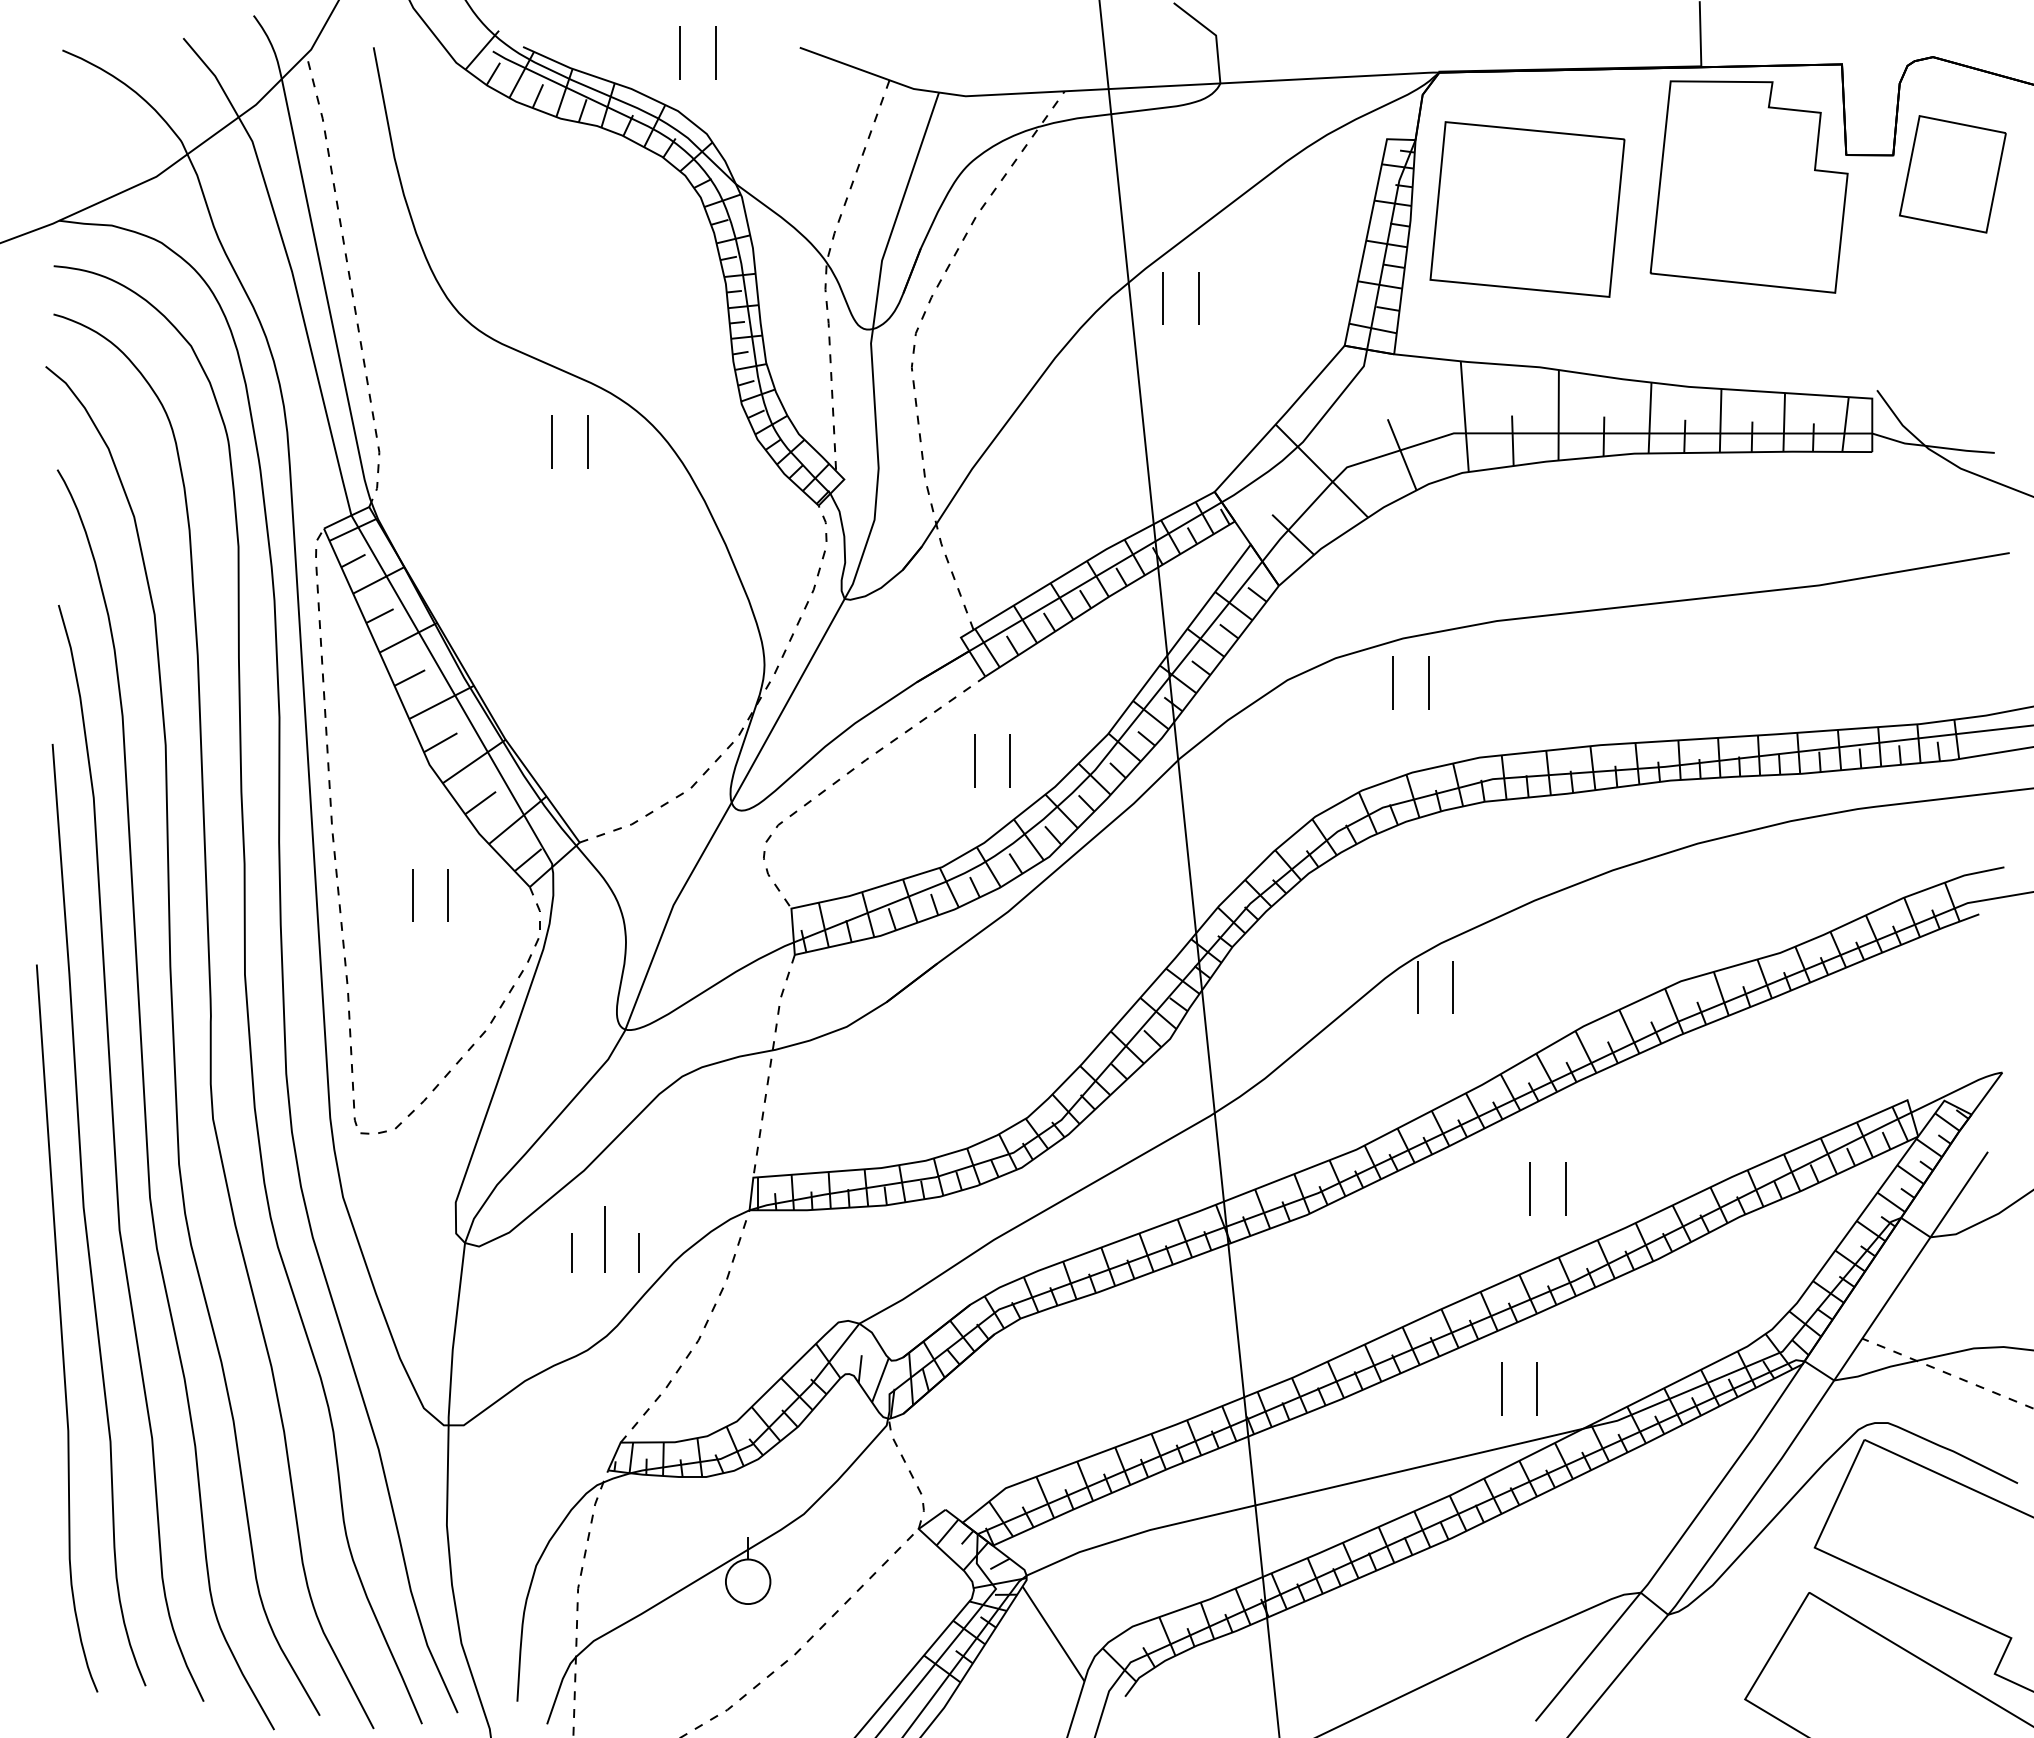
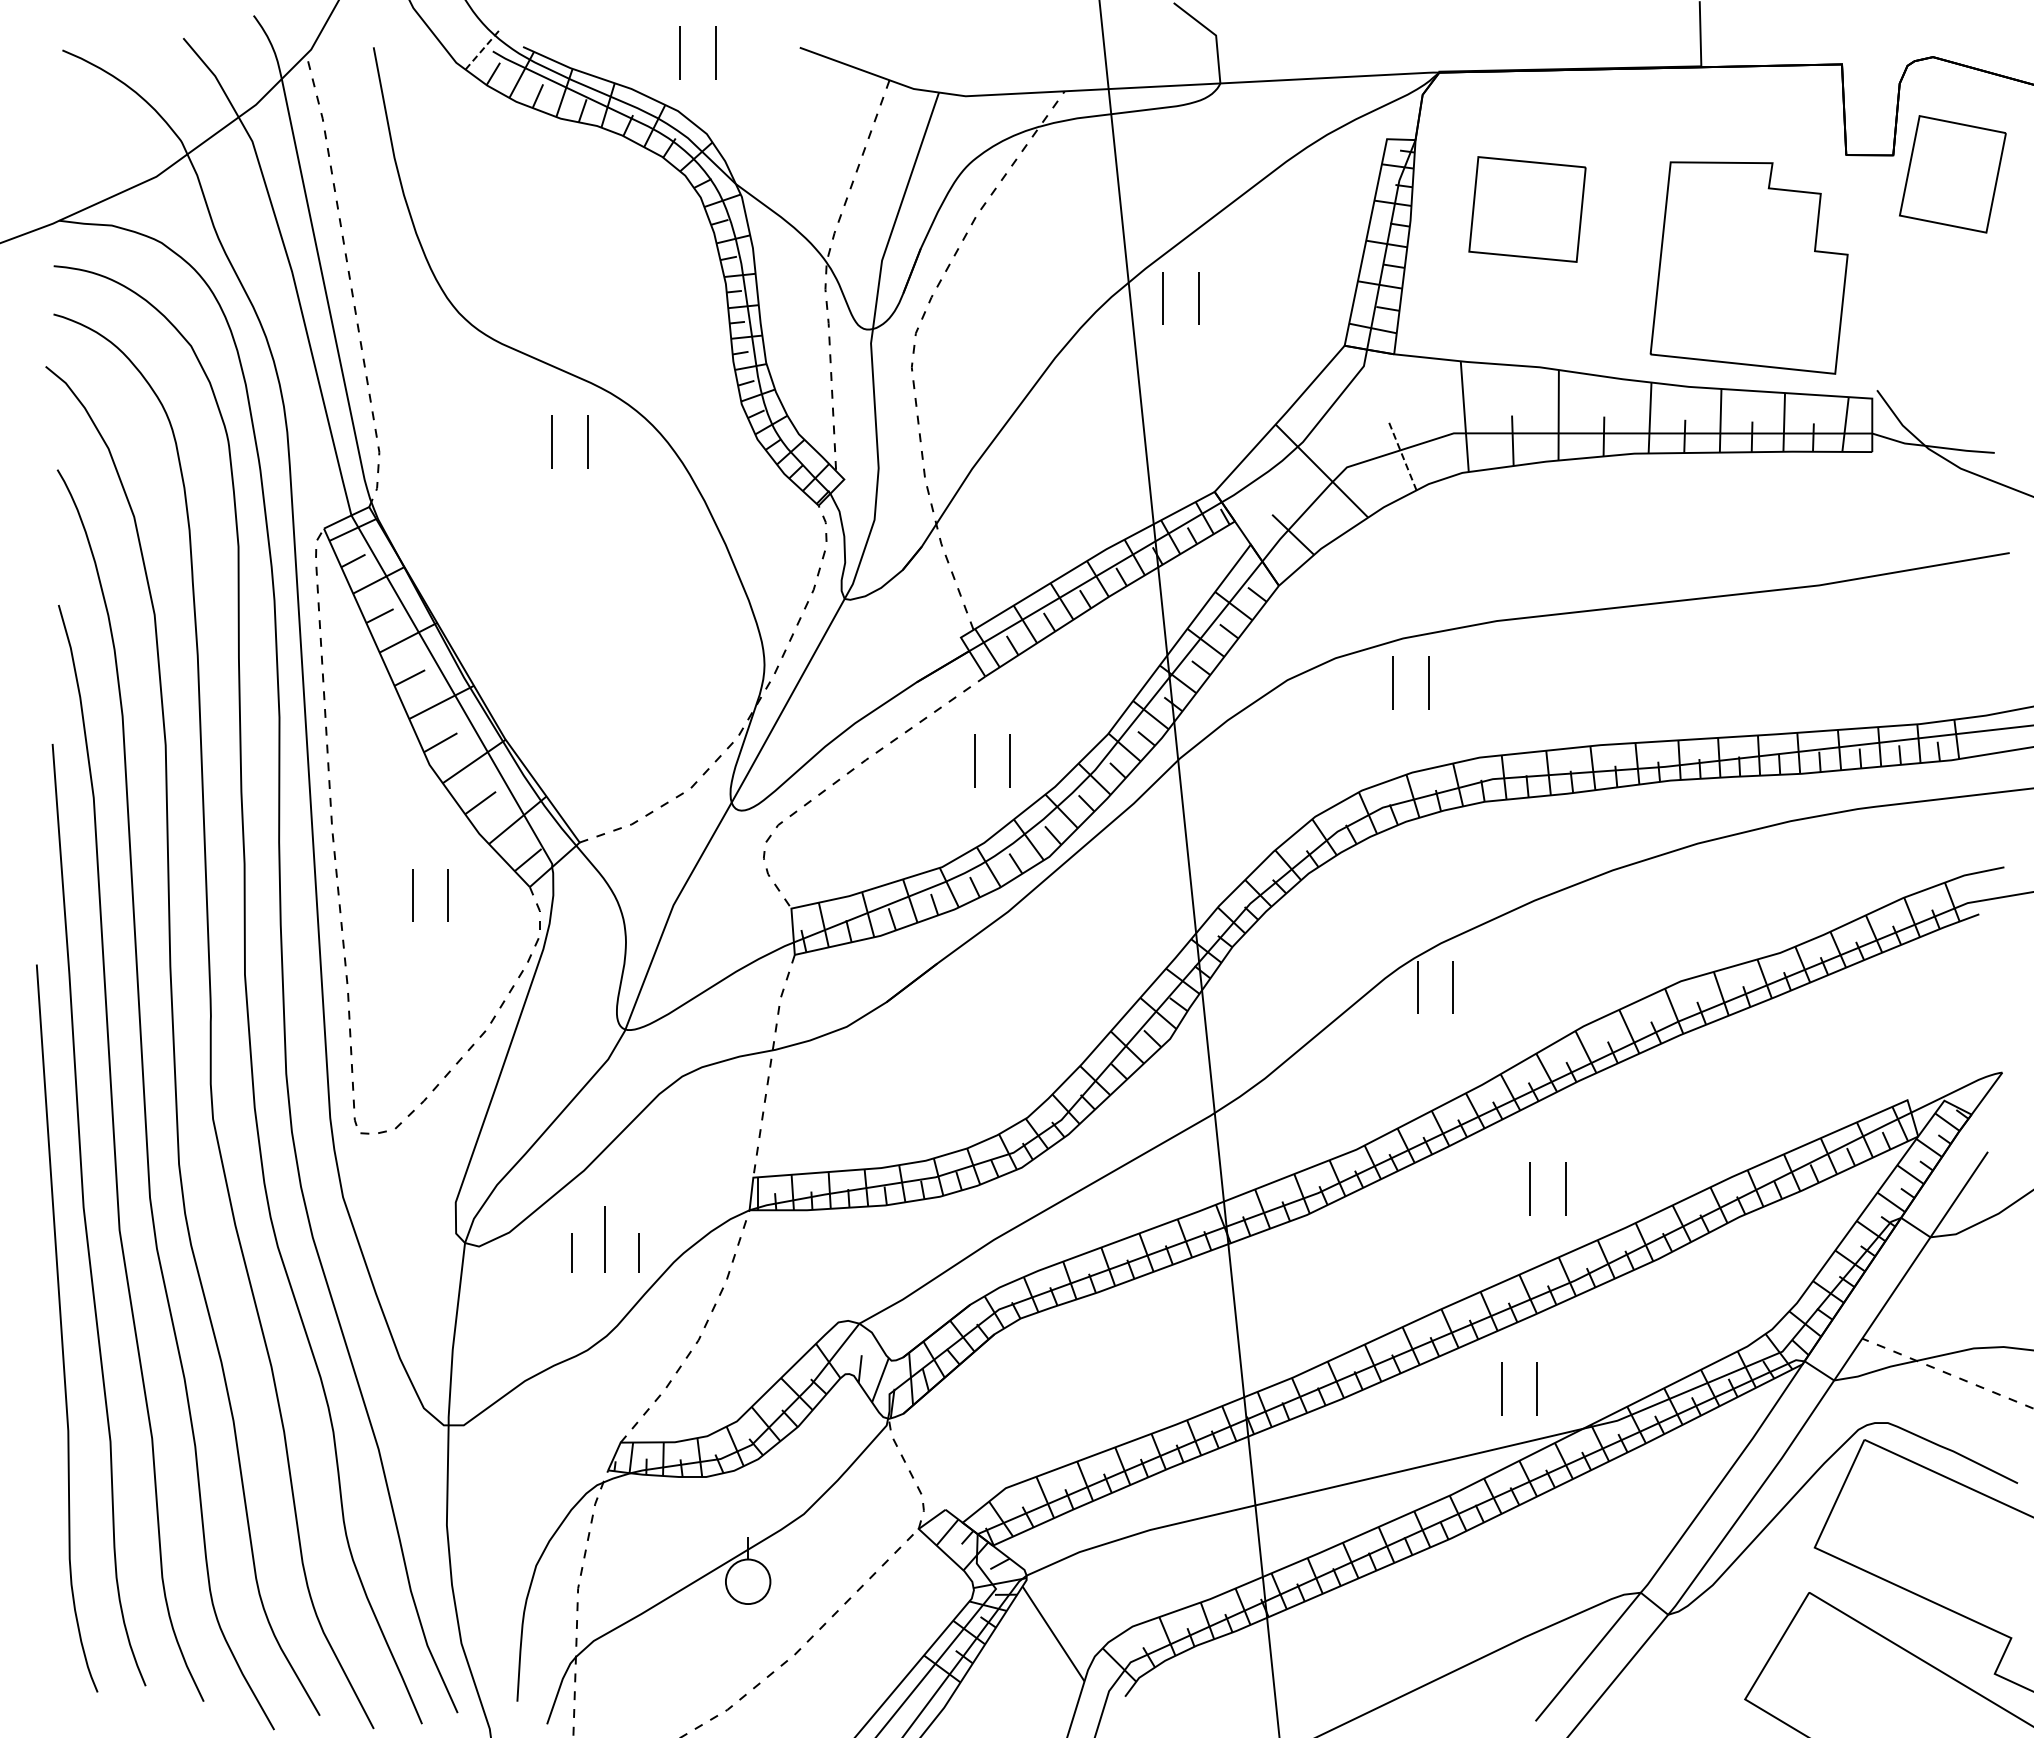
line at (482, 50): solid -> dashed
part at (1748, 186) position: (1748, 186) -> (1748, 267)
part at (1527, 209) size: 197x177 px -> 119x107 px
line at (1402, 454): solid -> dashed
